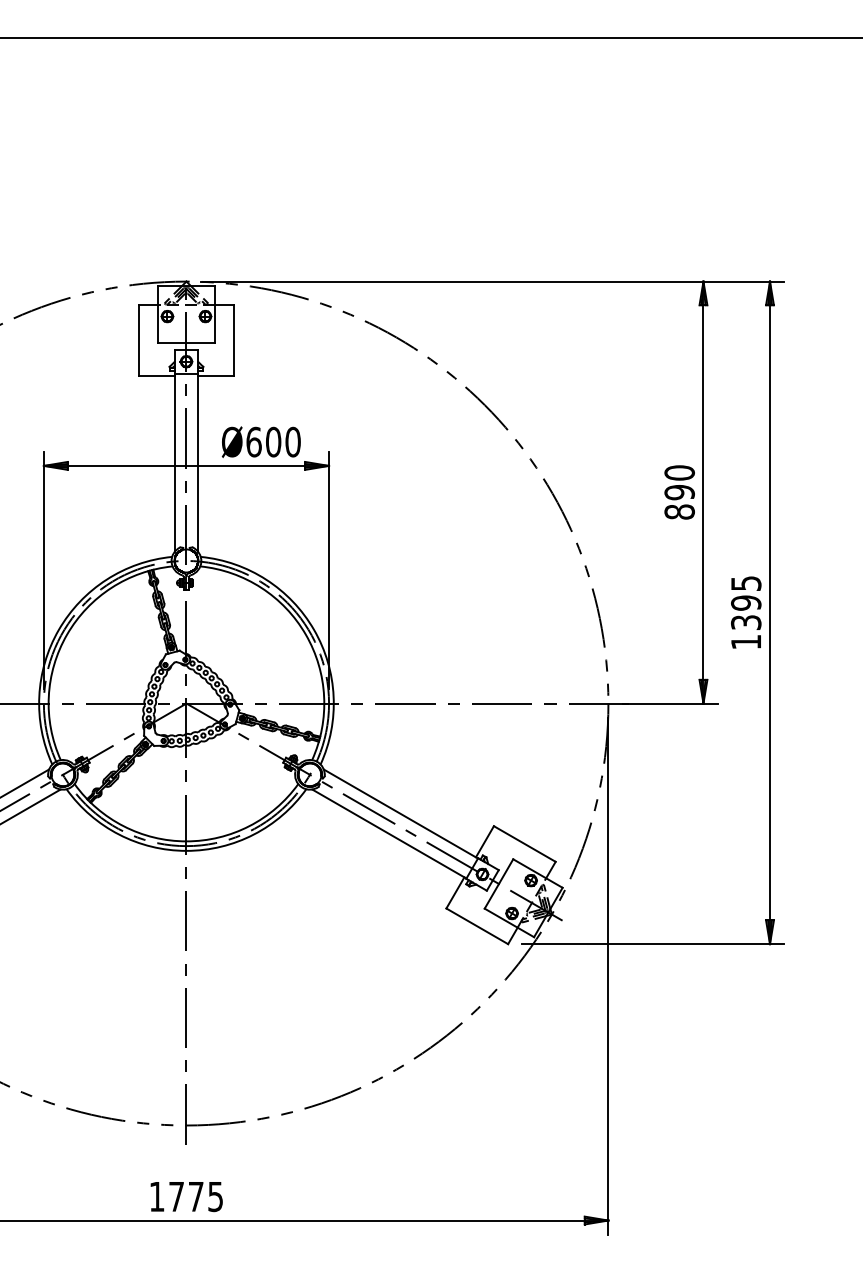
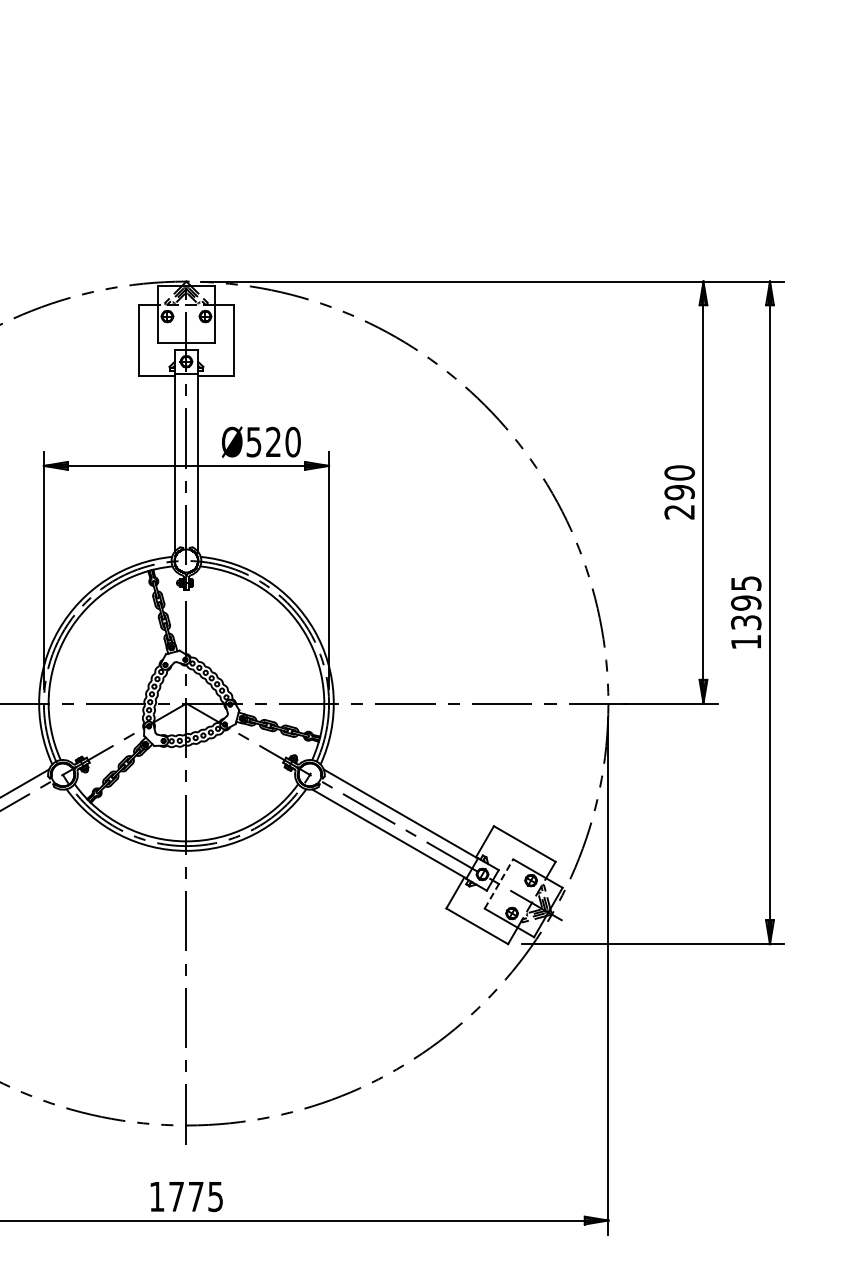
line at (430, 38): present -> none
text at (263, 441): Ø600 -> Ø520
text at (679, 511): 890 -> 290
line at (31, 806): present -> none
line at (498, 883): solid -> dashed
